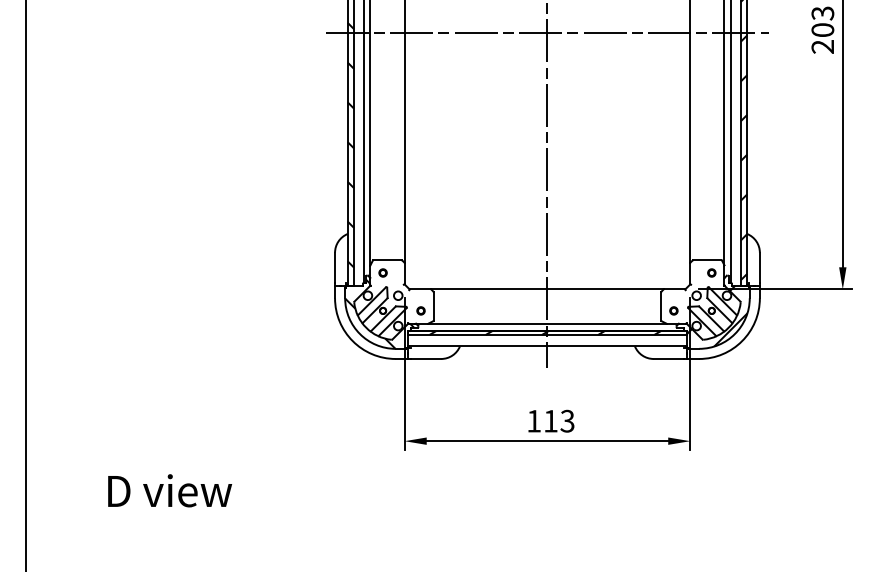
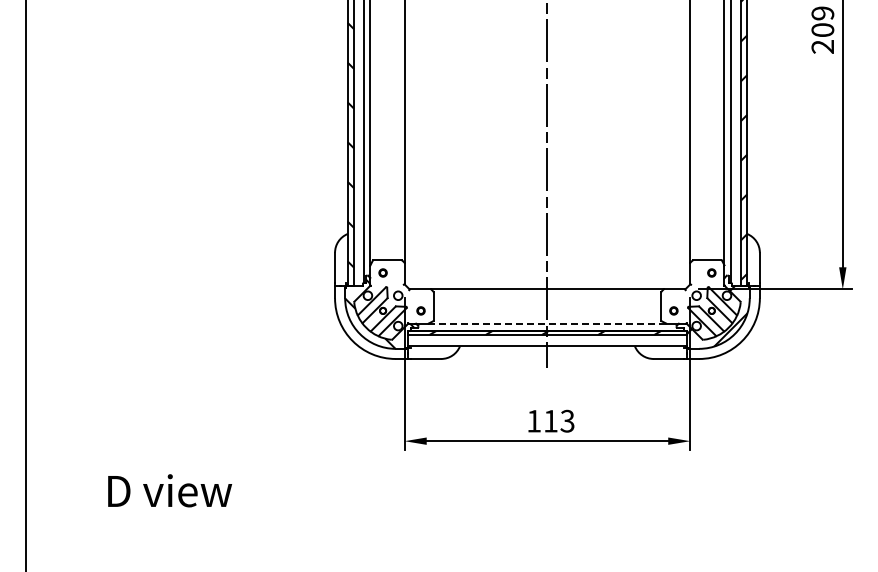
text at (822, 13): 203 -> 209
line at (547, 32): present -> none
line at (547, 323): solid -> dashed
